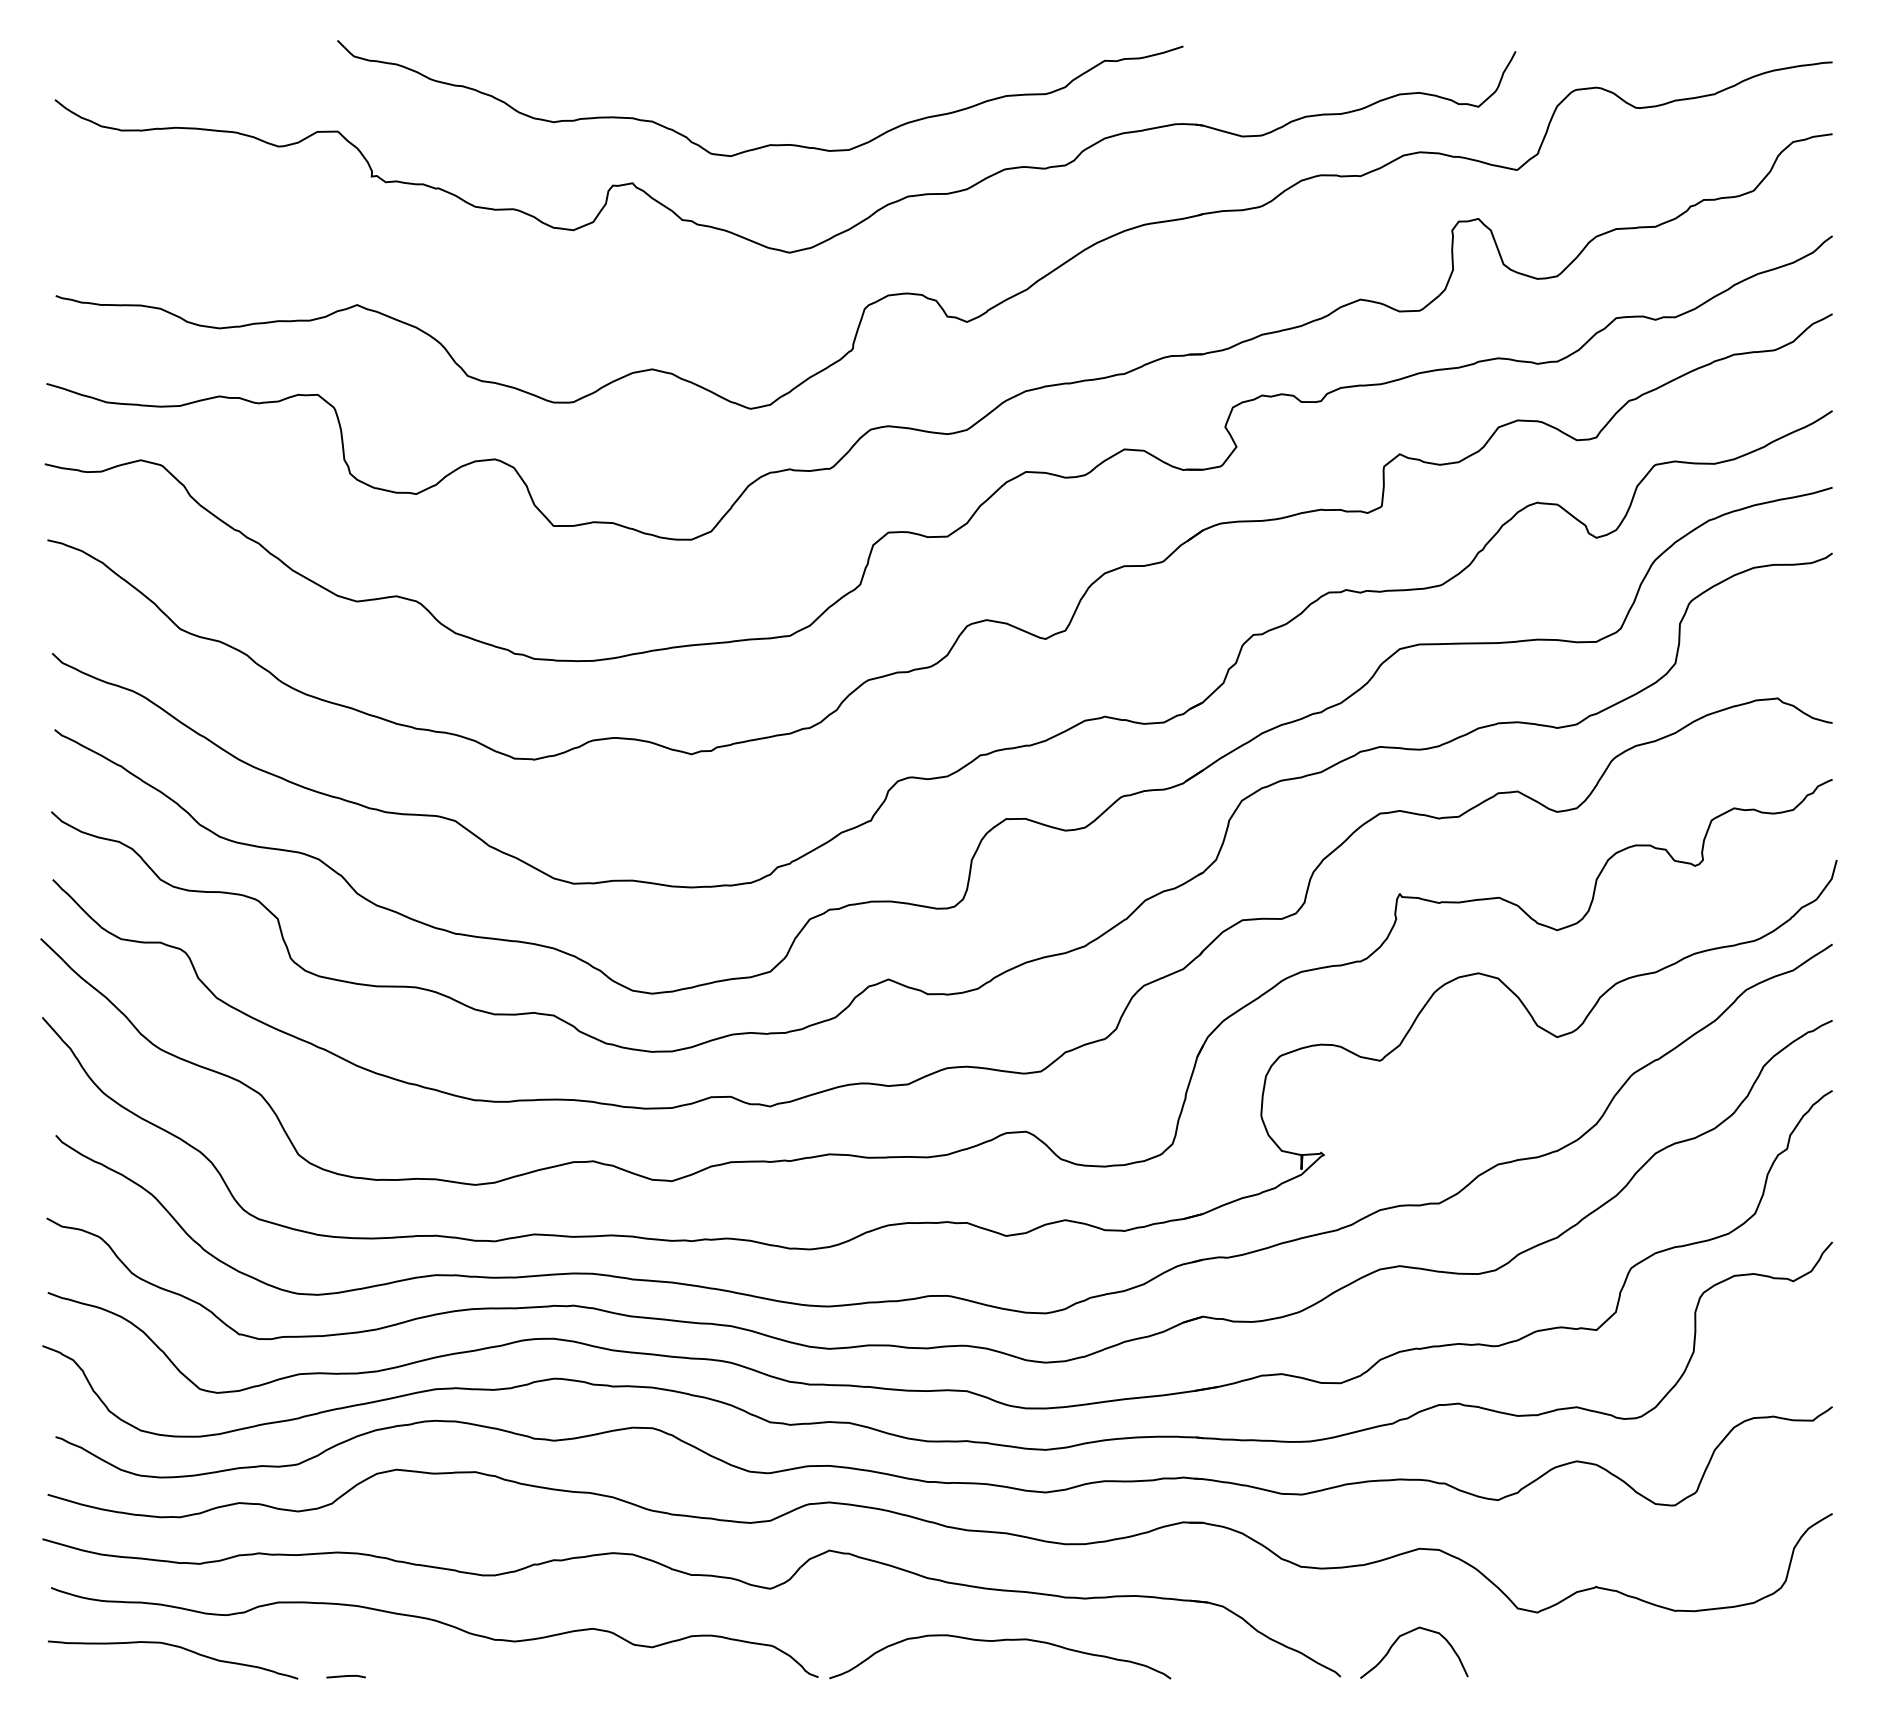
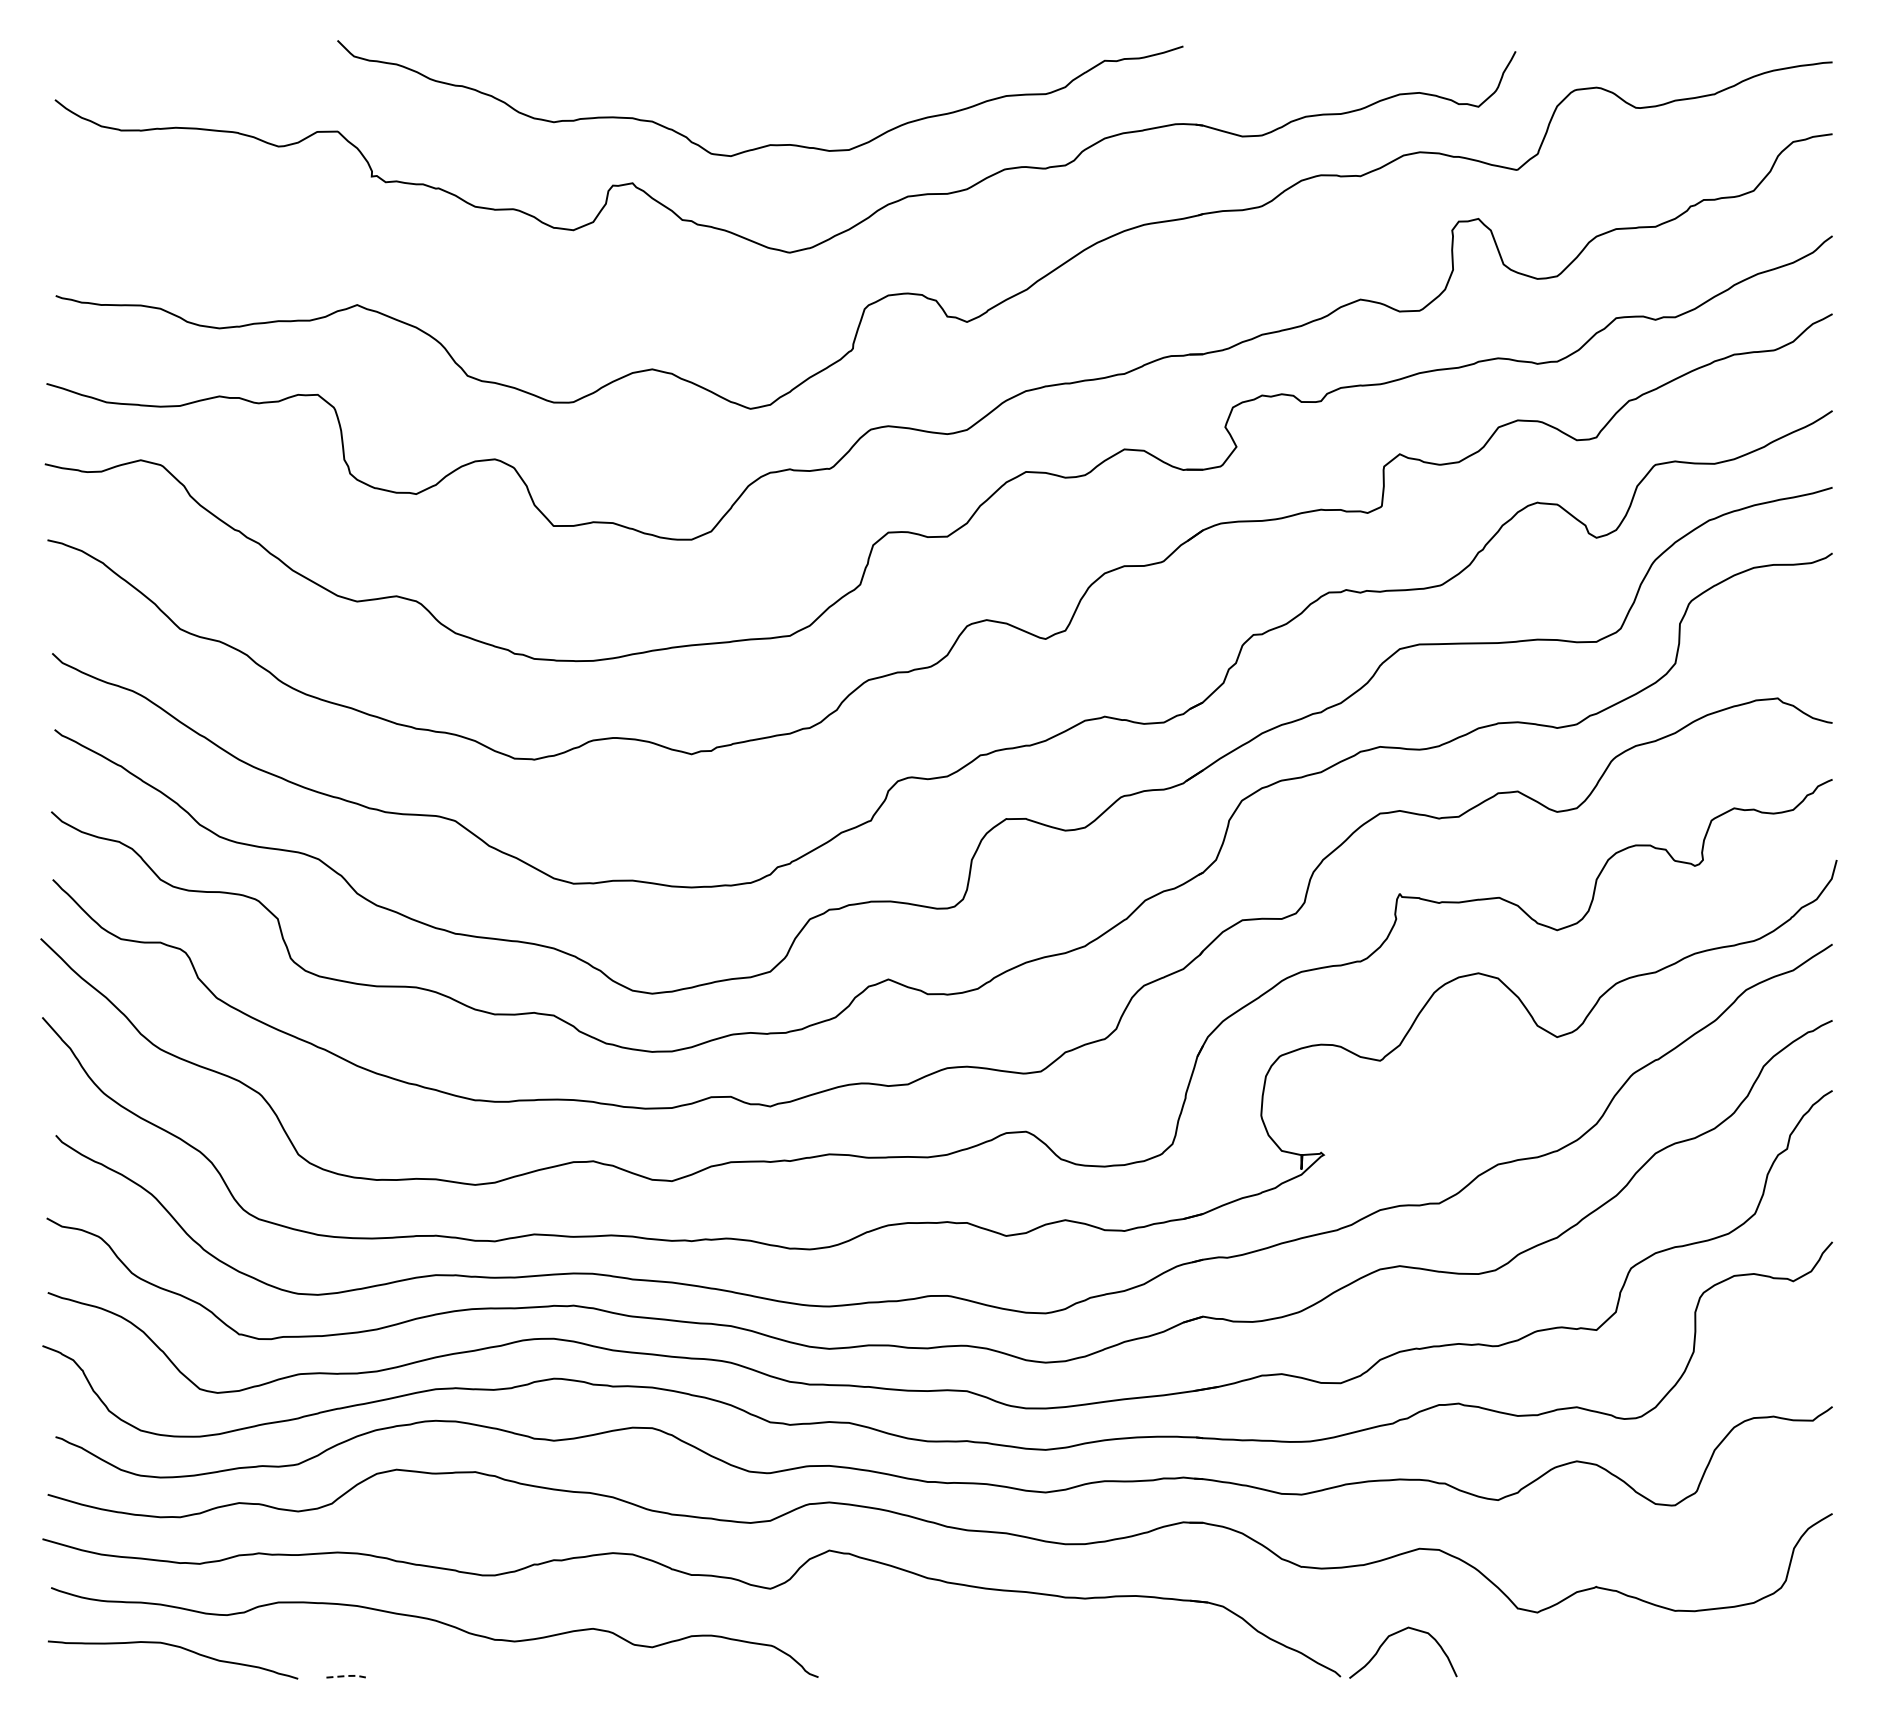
curve at (1406, 1634) position: (1406, 1634) -> (1395, 1634)
curve at (1000, 1641): present -> none
line at (347, 1675): solid -> dashed
